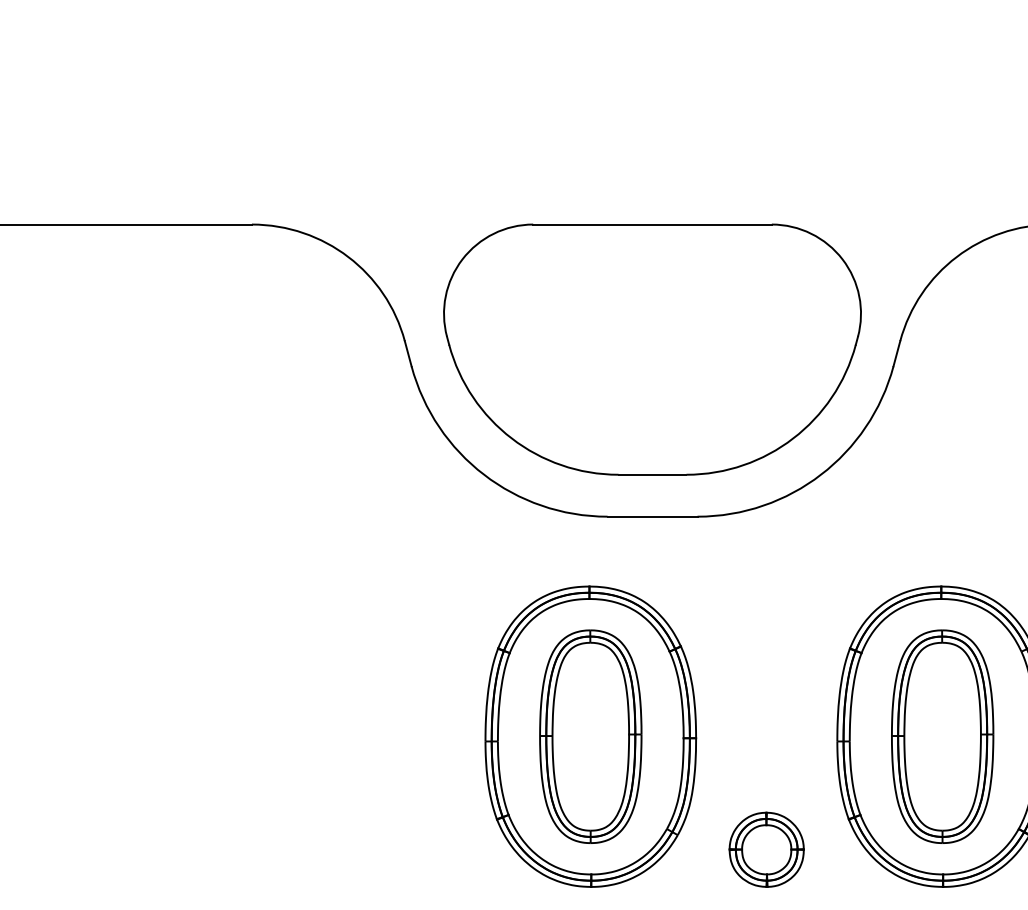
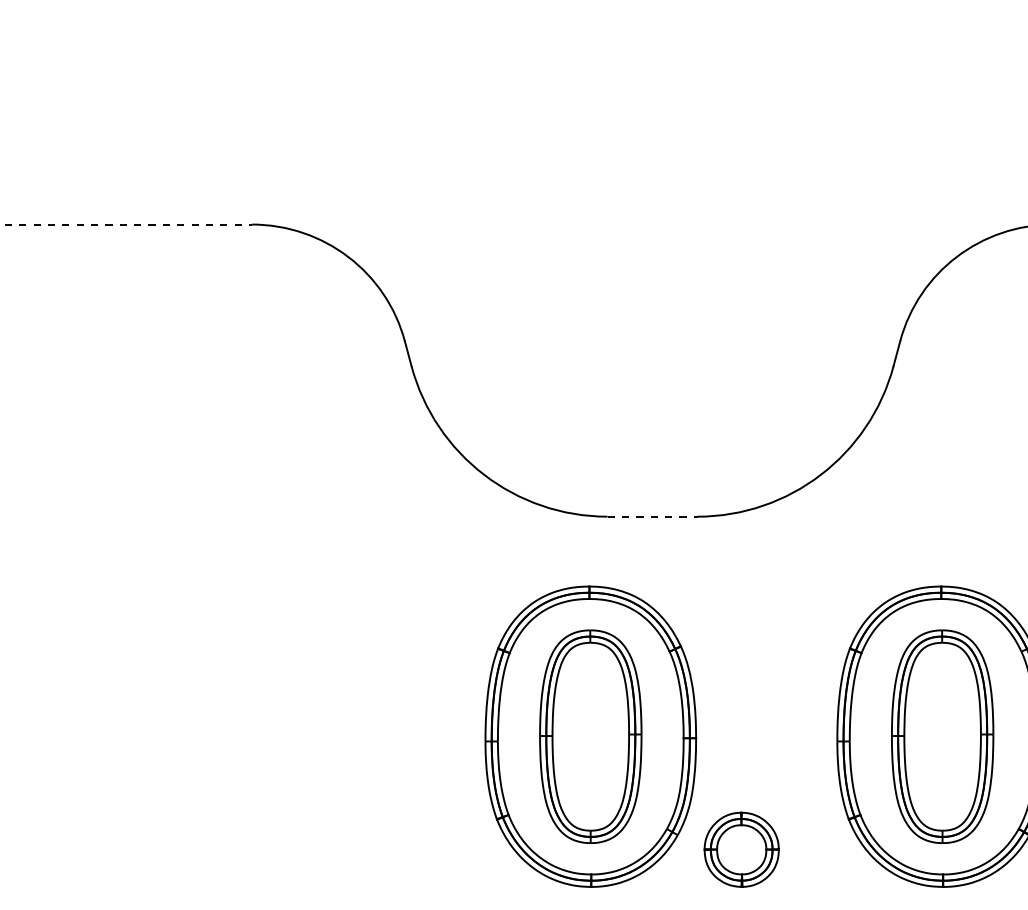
line at (126, 224): solid -> dashed
part at (652, 349): present -> none
line at (652, 516): solid -> dashed
part at (766, 849) position: (766, 849) -> (741, 849)
